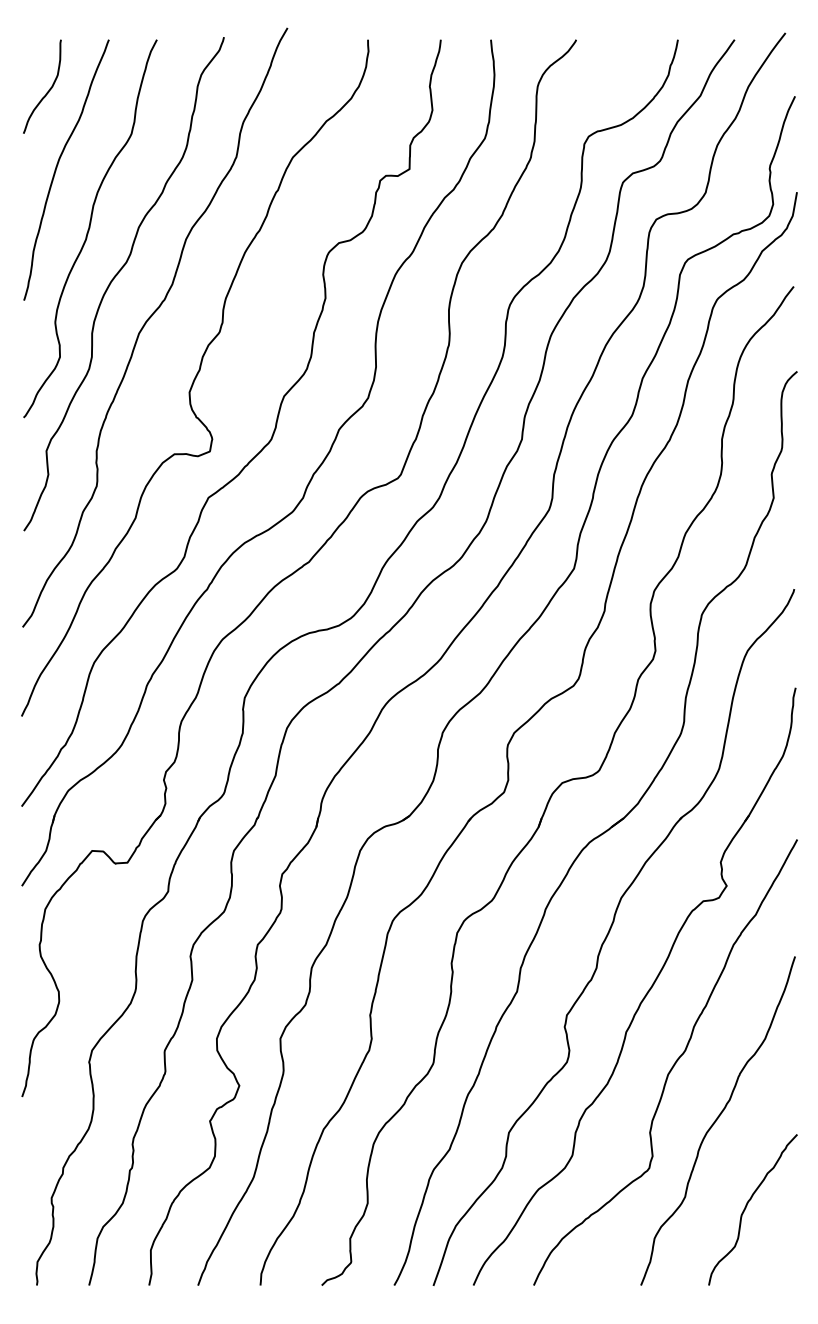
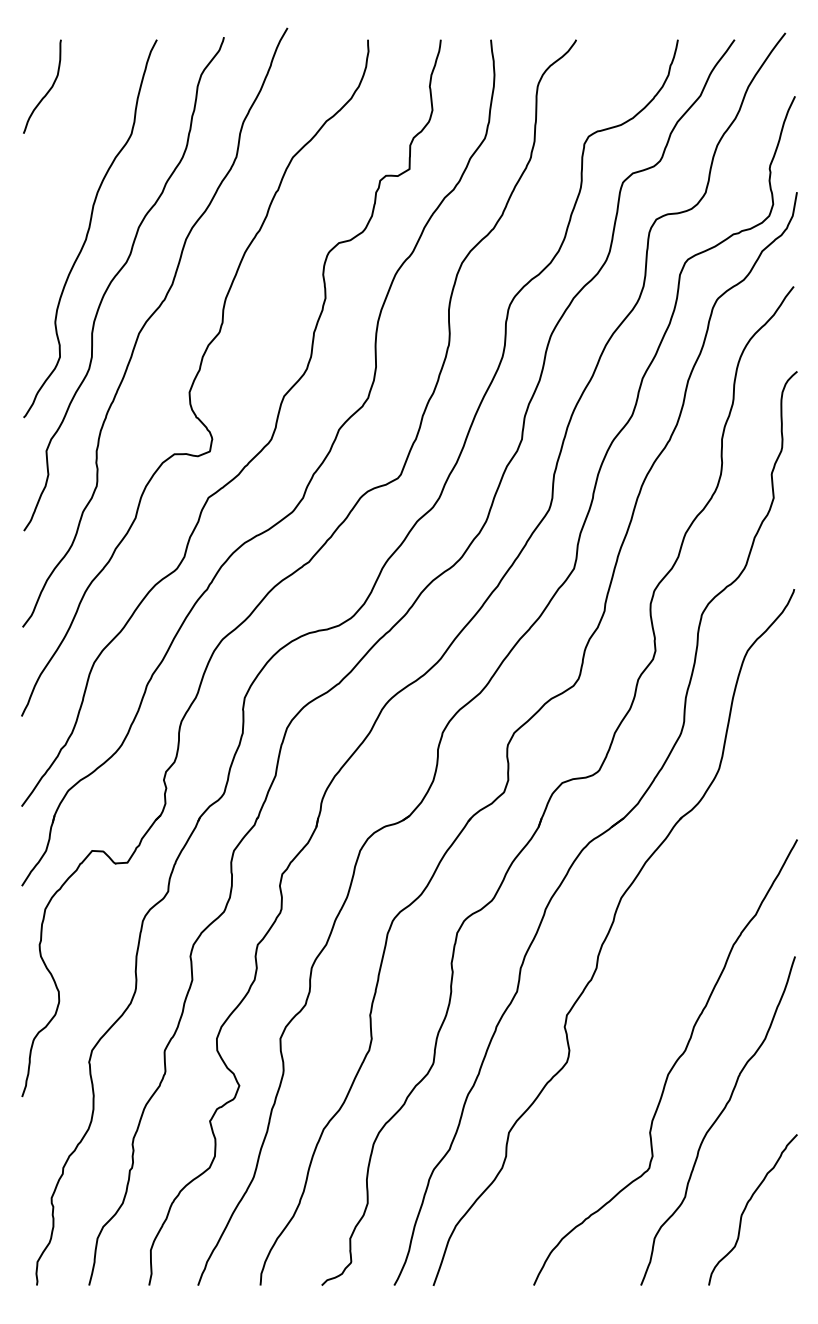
curve at (58, 165): present -> none
part at (646, 992): present -> none
